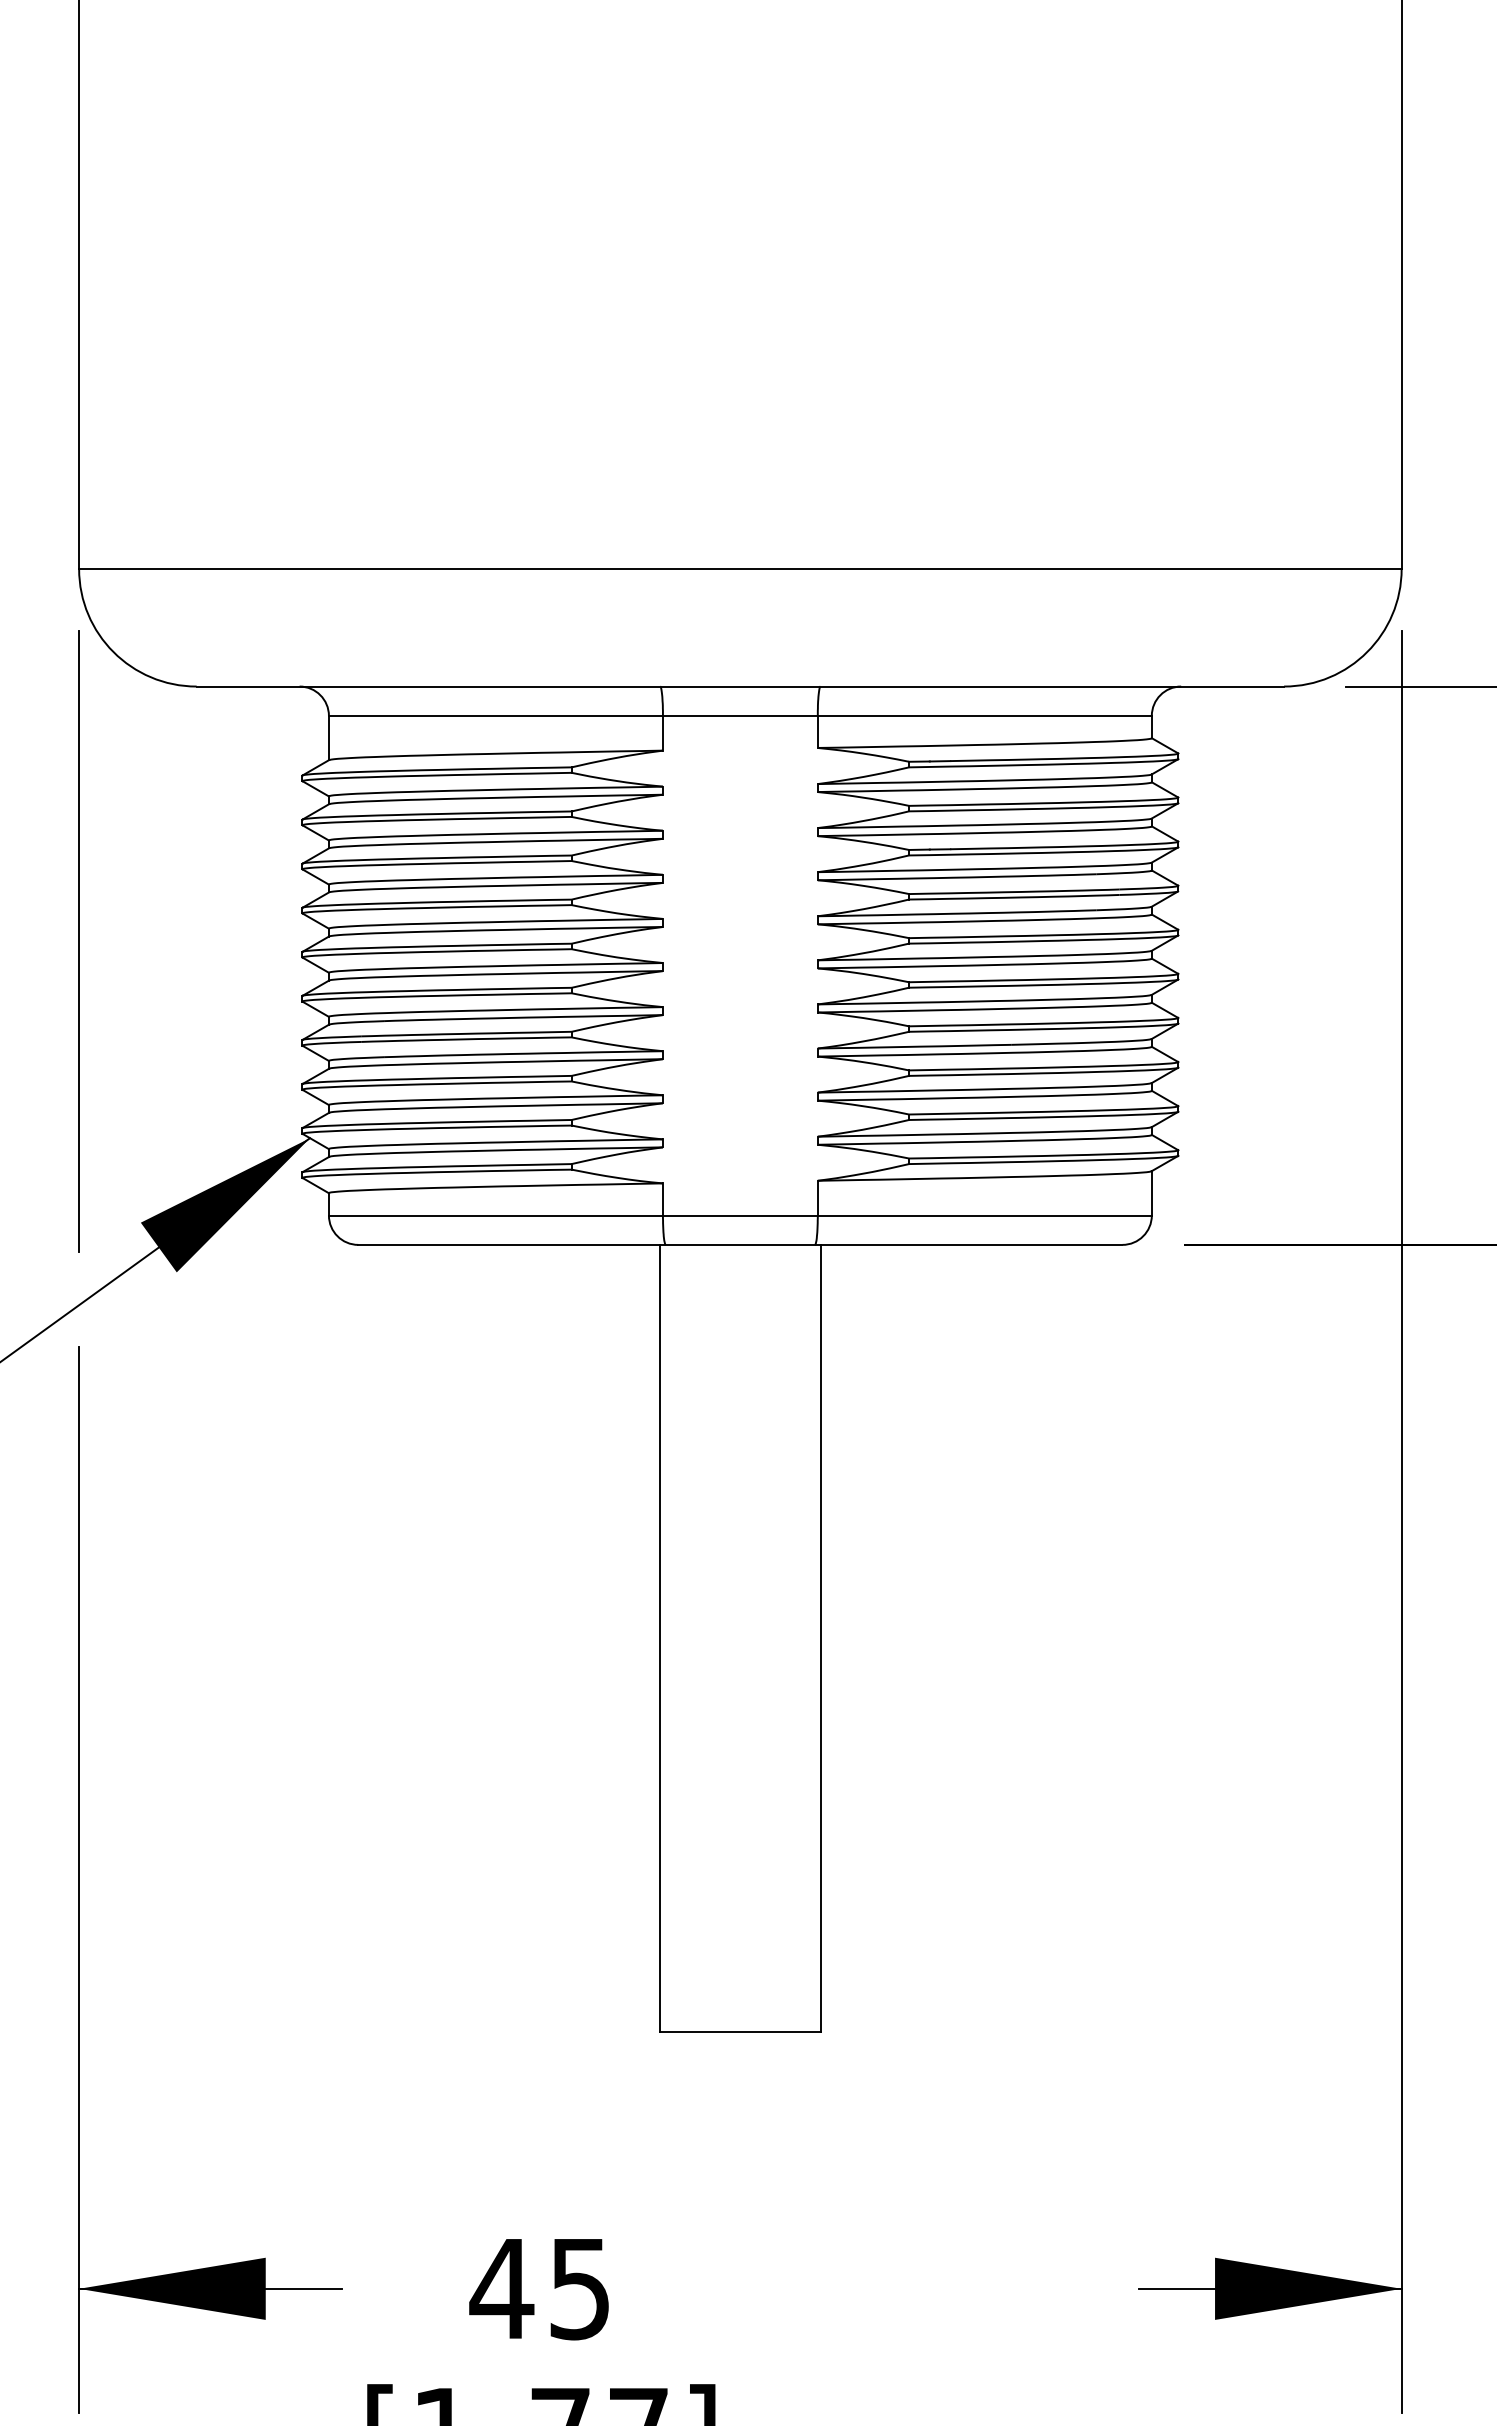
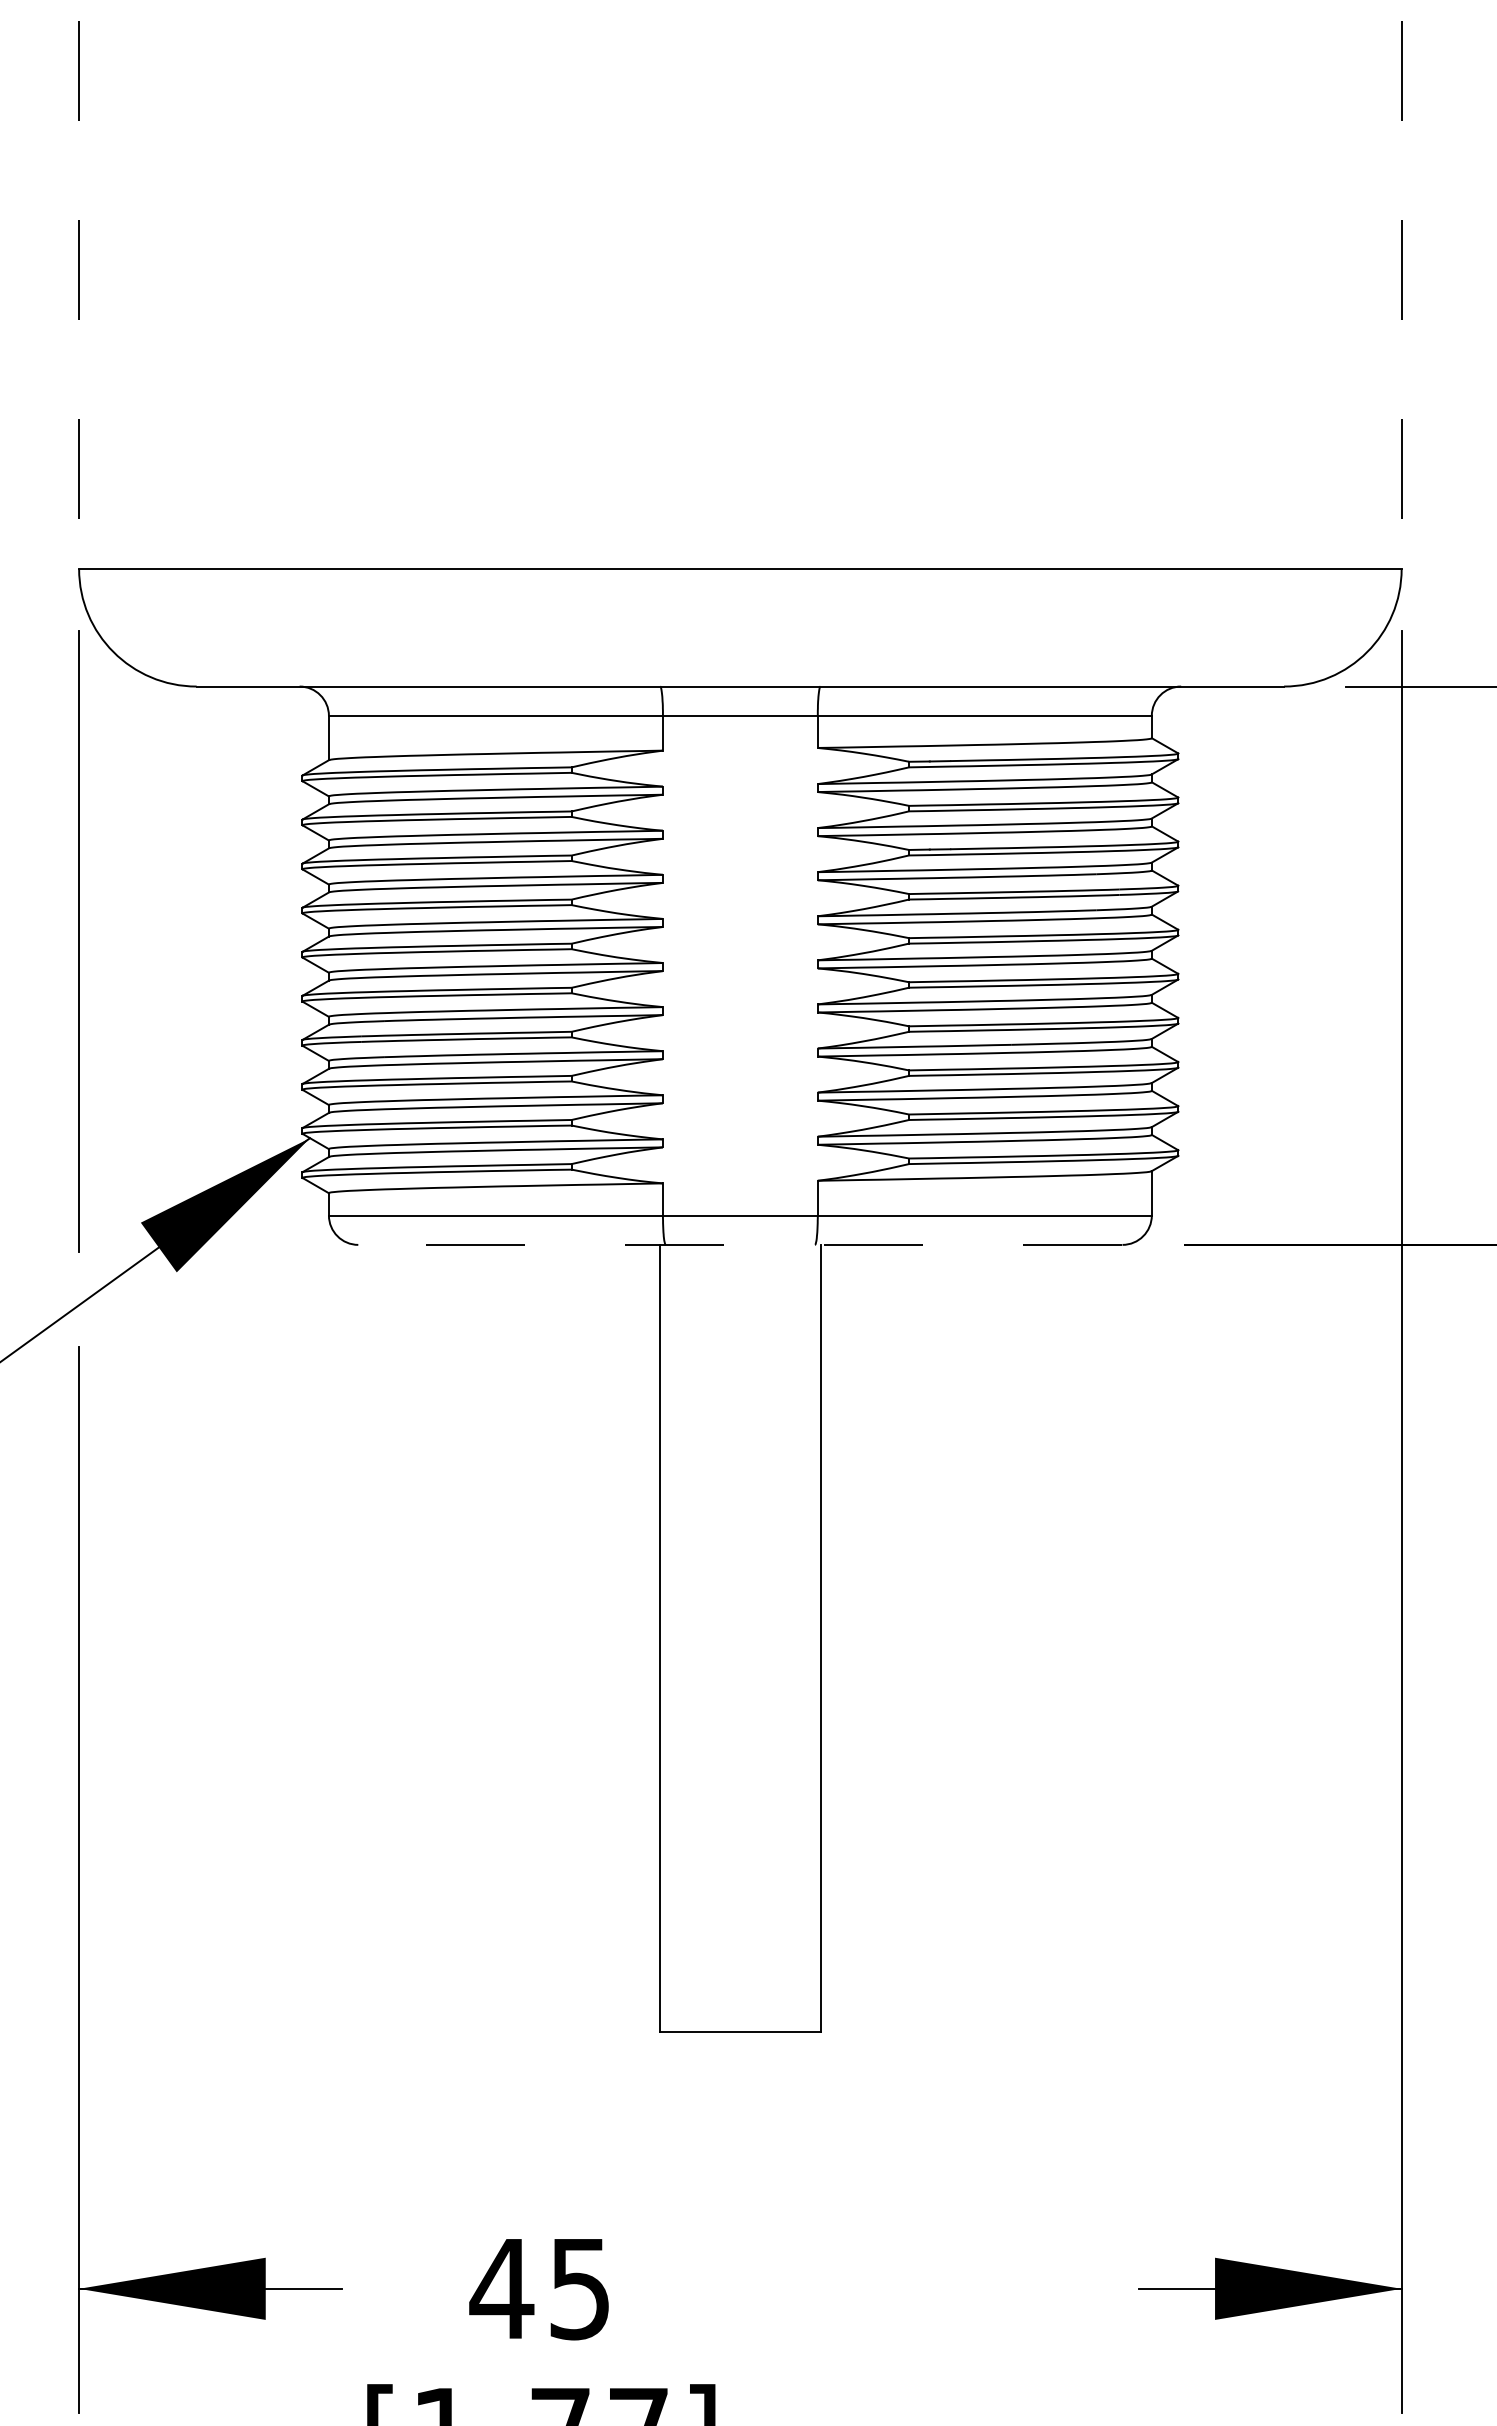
line at (79, 285): solid -> dashed
line at (1401, 285): solid -> dashed
line at (739, 1244): solid -> dashed
